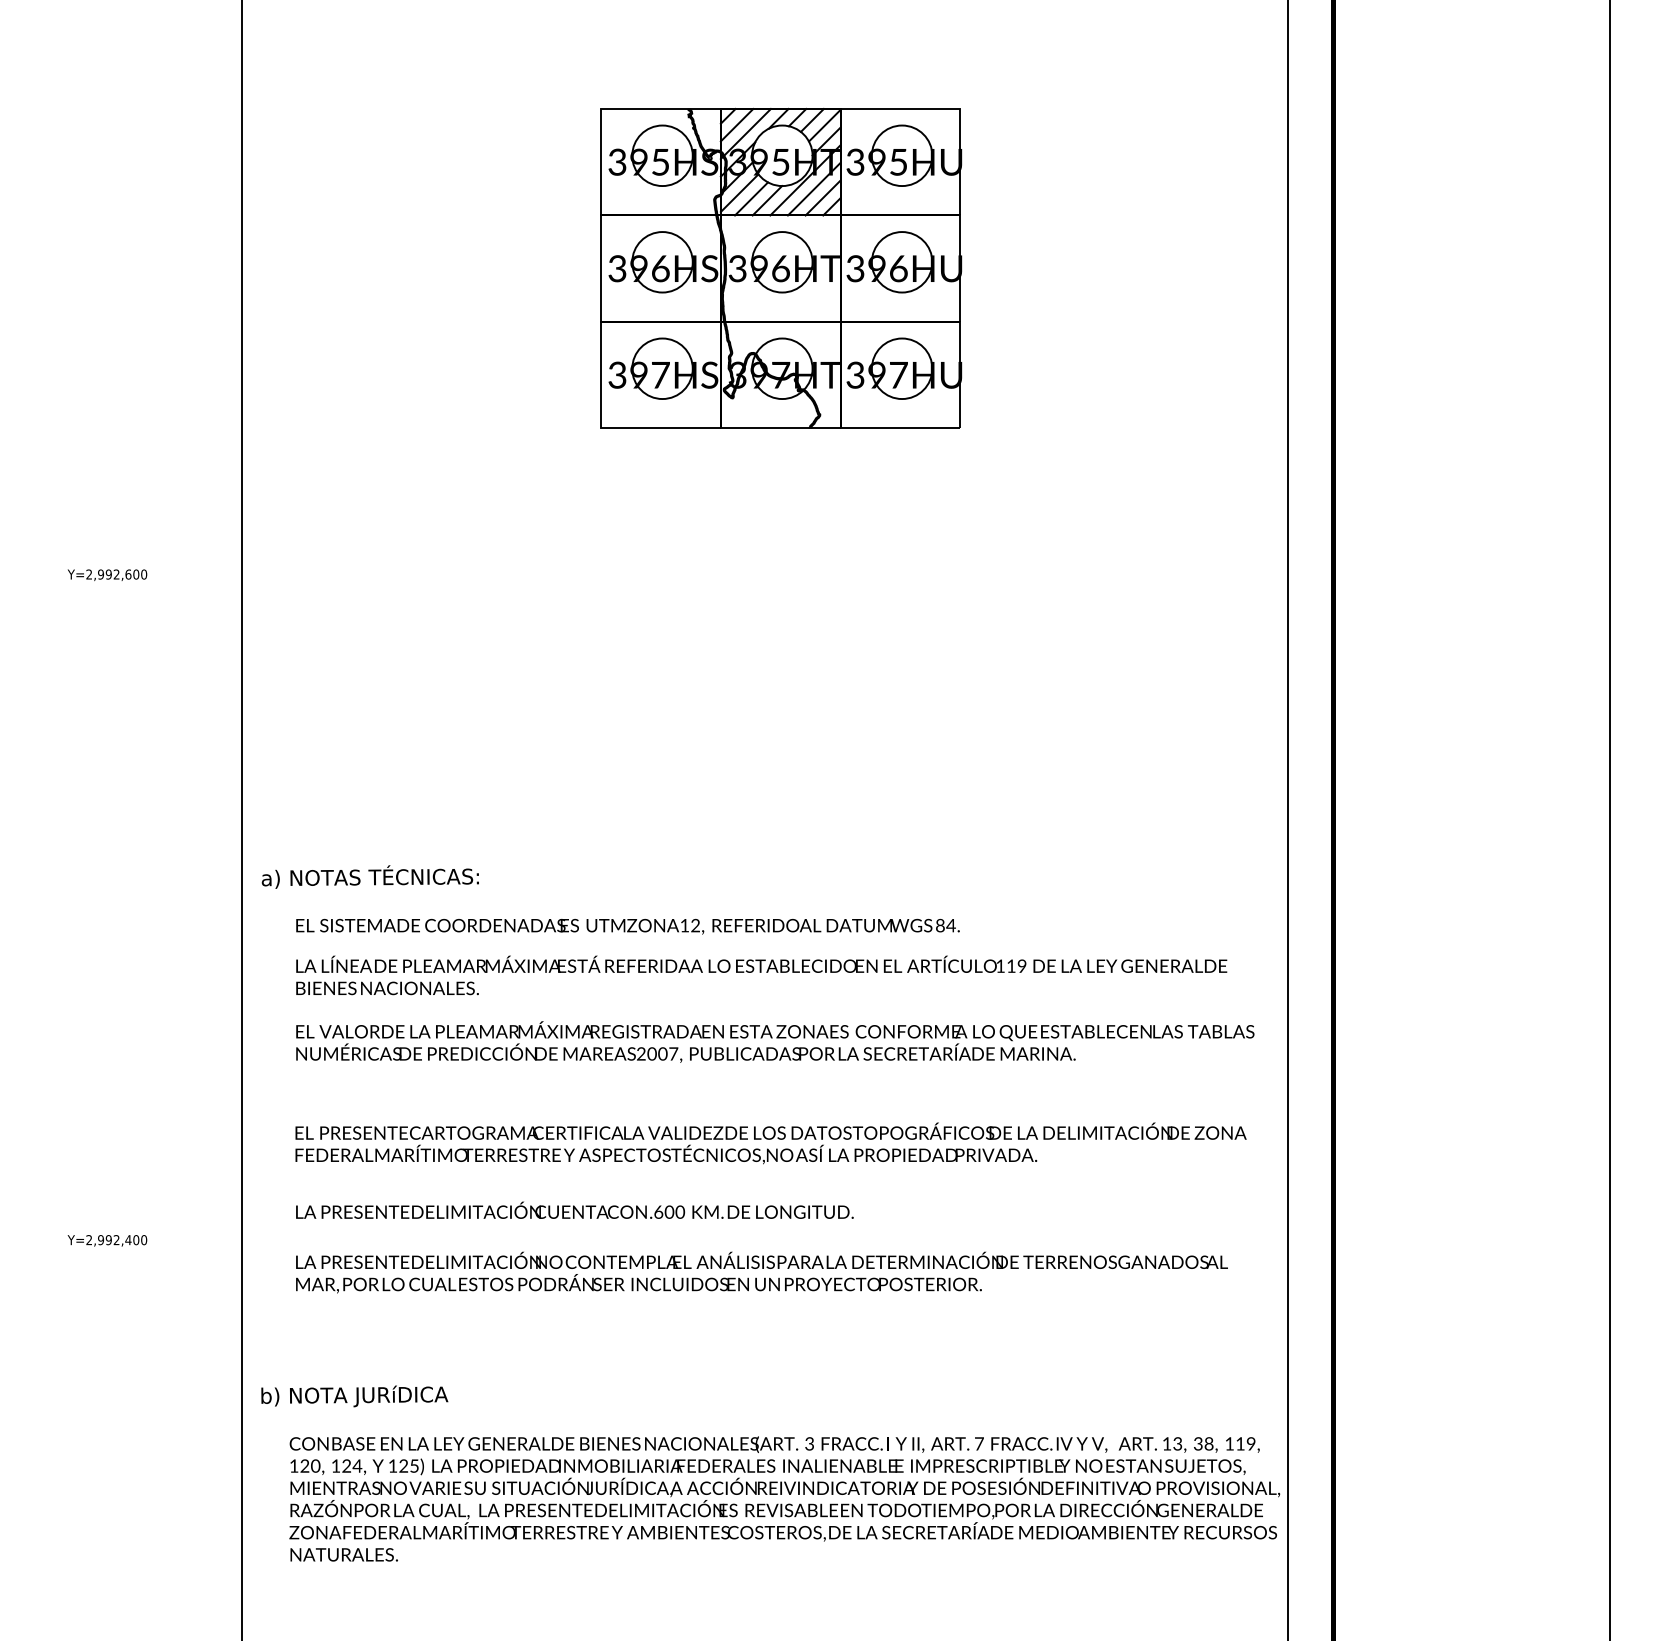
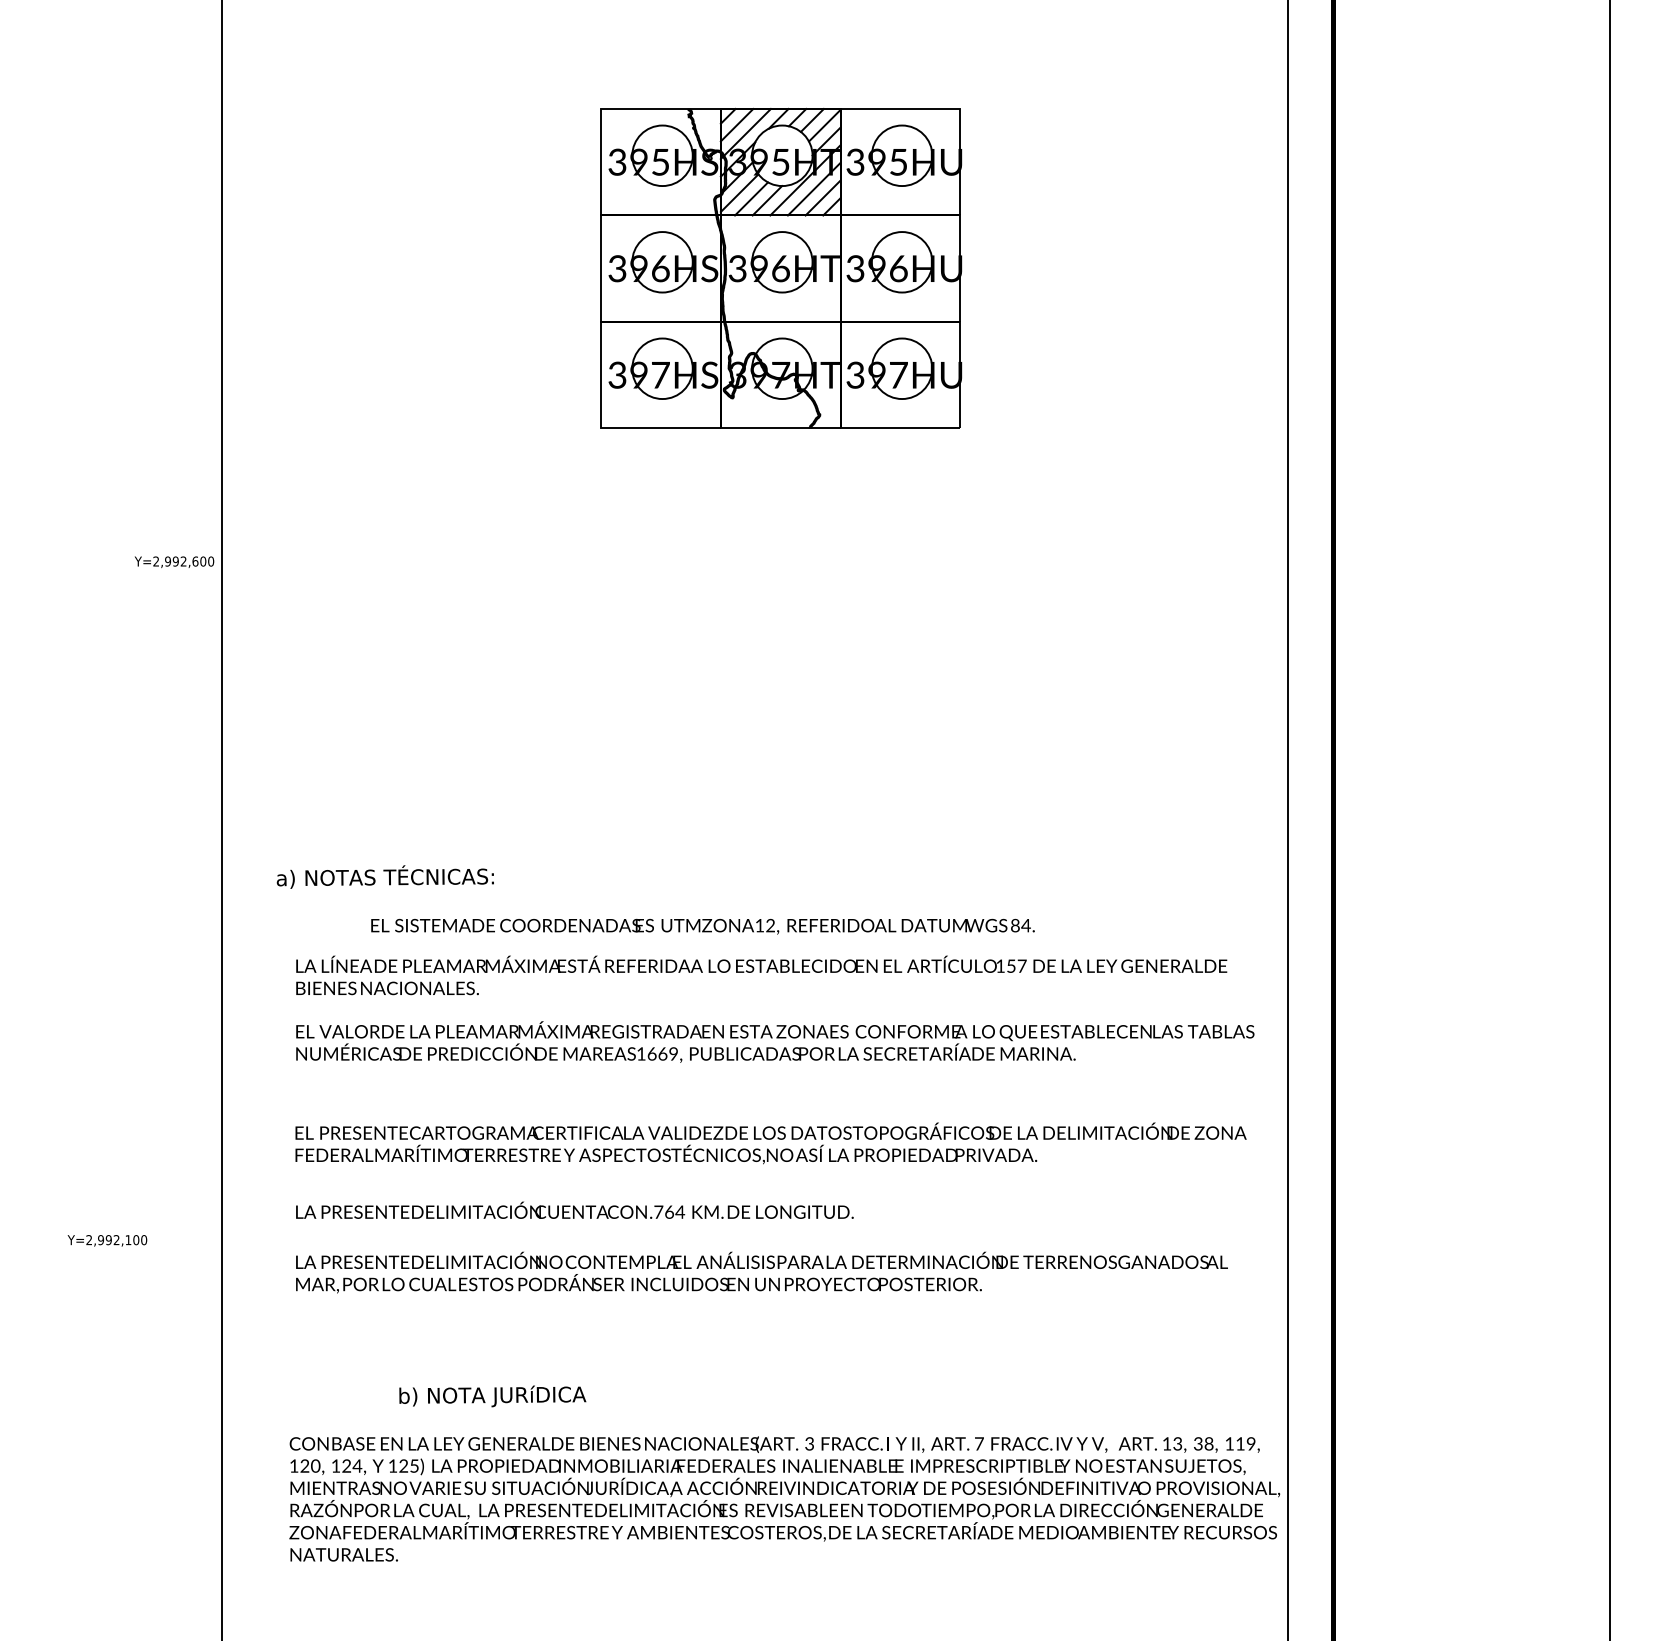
text at (107, 575) position: (107, 575) -> (174, 562)
line at (242, 819) position: (242, 819) -> (222, 819)
text at (369, 876) position: (369, 876) -> (384, 876)
text at (627, 926) position: (627, 926) -> (702, 926)
text at (1016, 965): 119 -> 157
text at (657, 1053): 2007, -> 1669,
text at (669, 1211): .600 -> .764
text at (128, 1240): Y=2,992,400 -> Y=2,992,100
text at (354, 1396) position: (354, 1396) -> (492, 1396)
